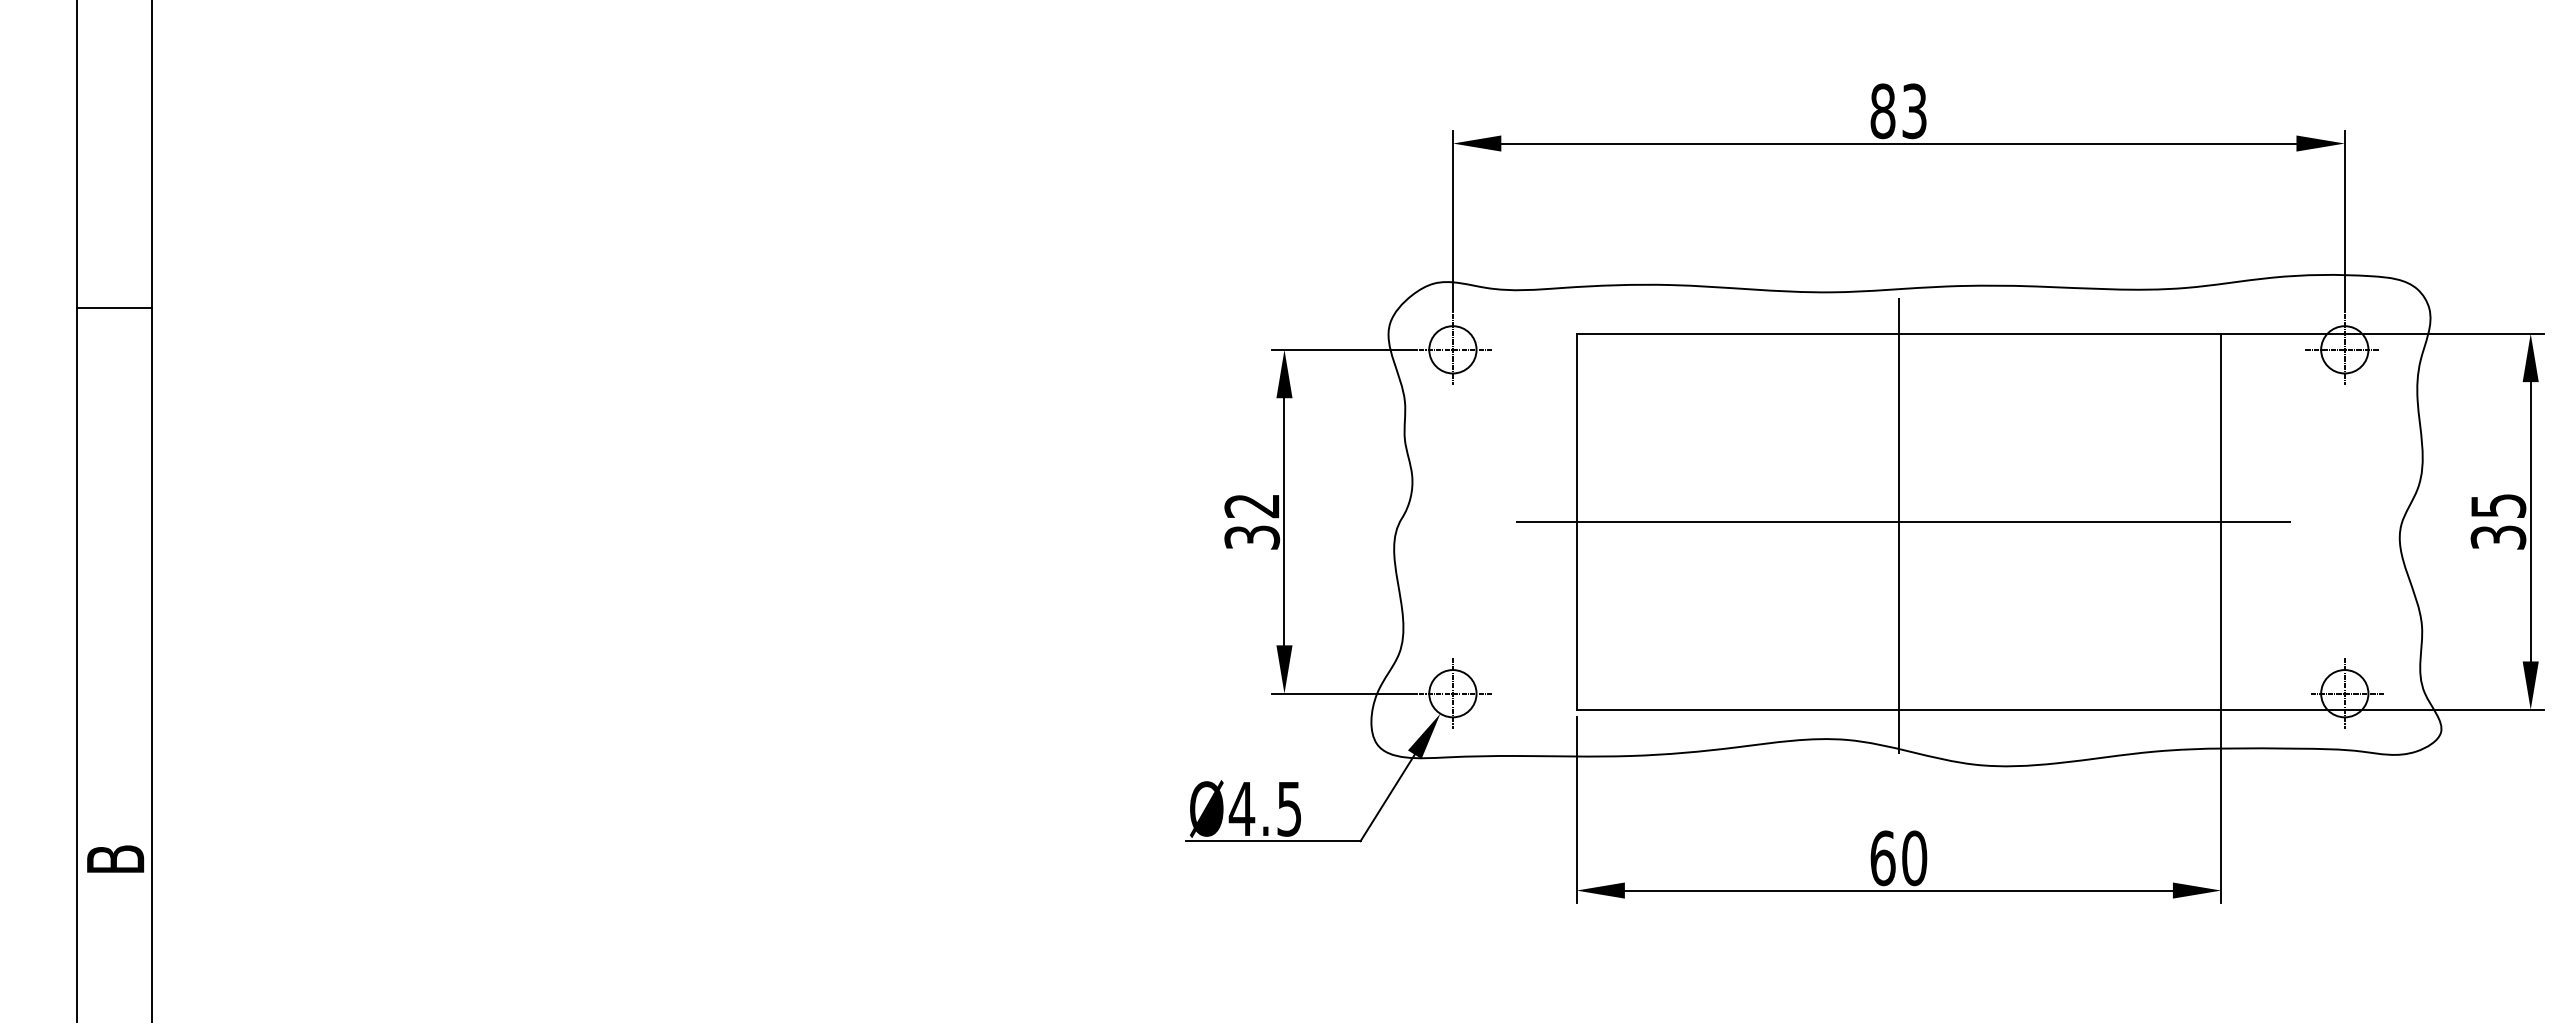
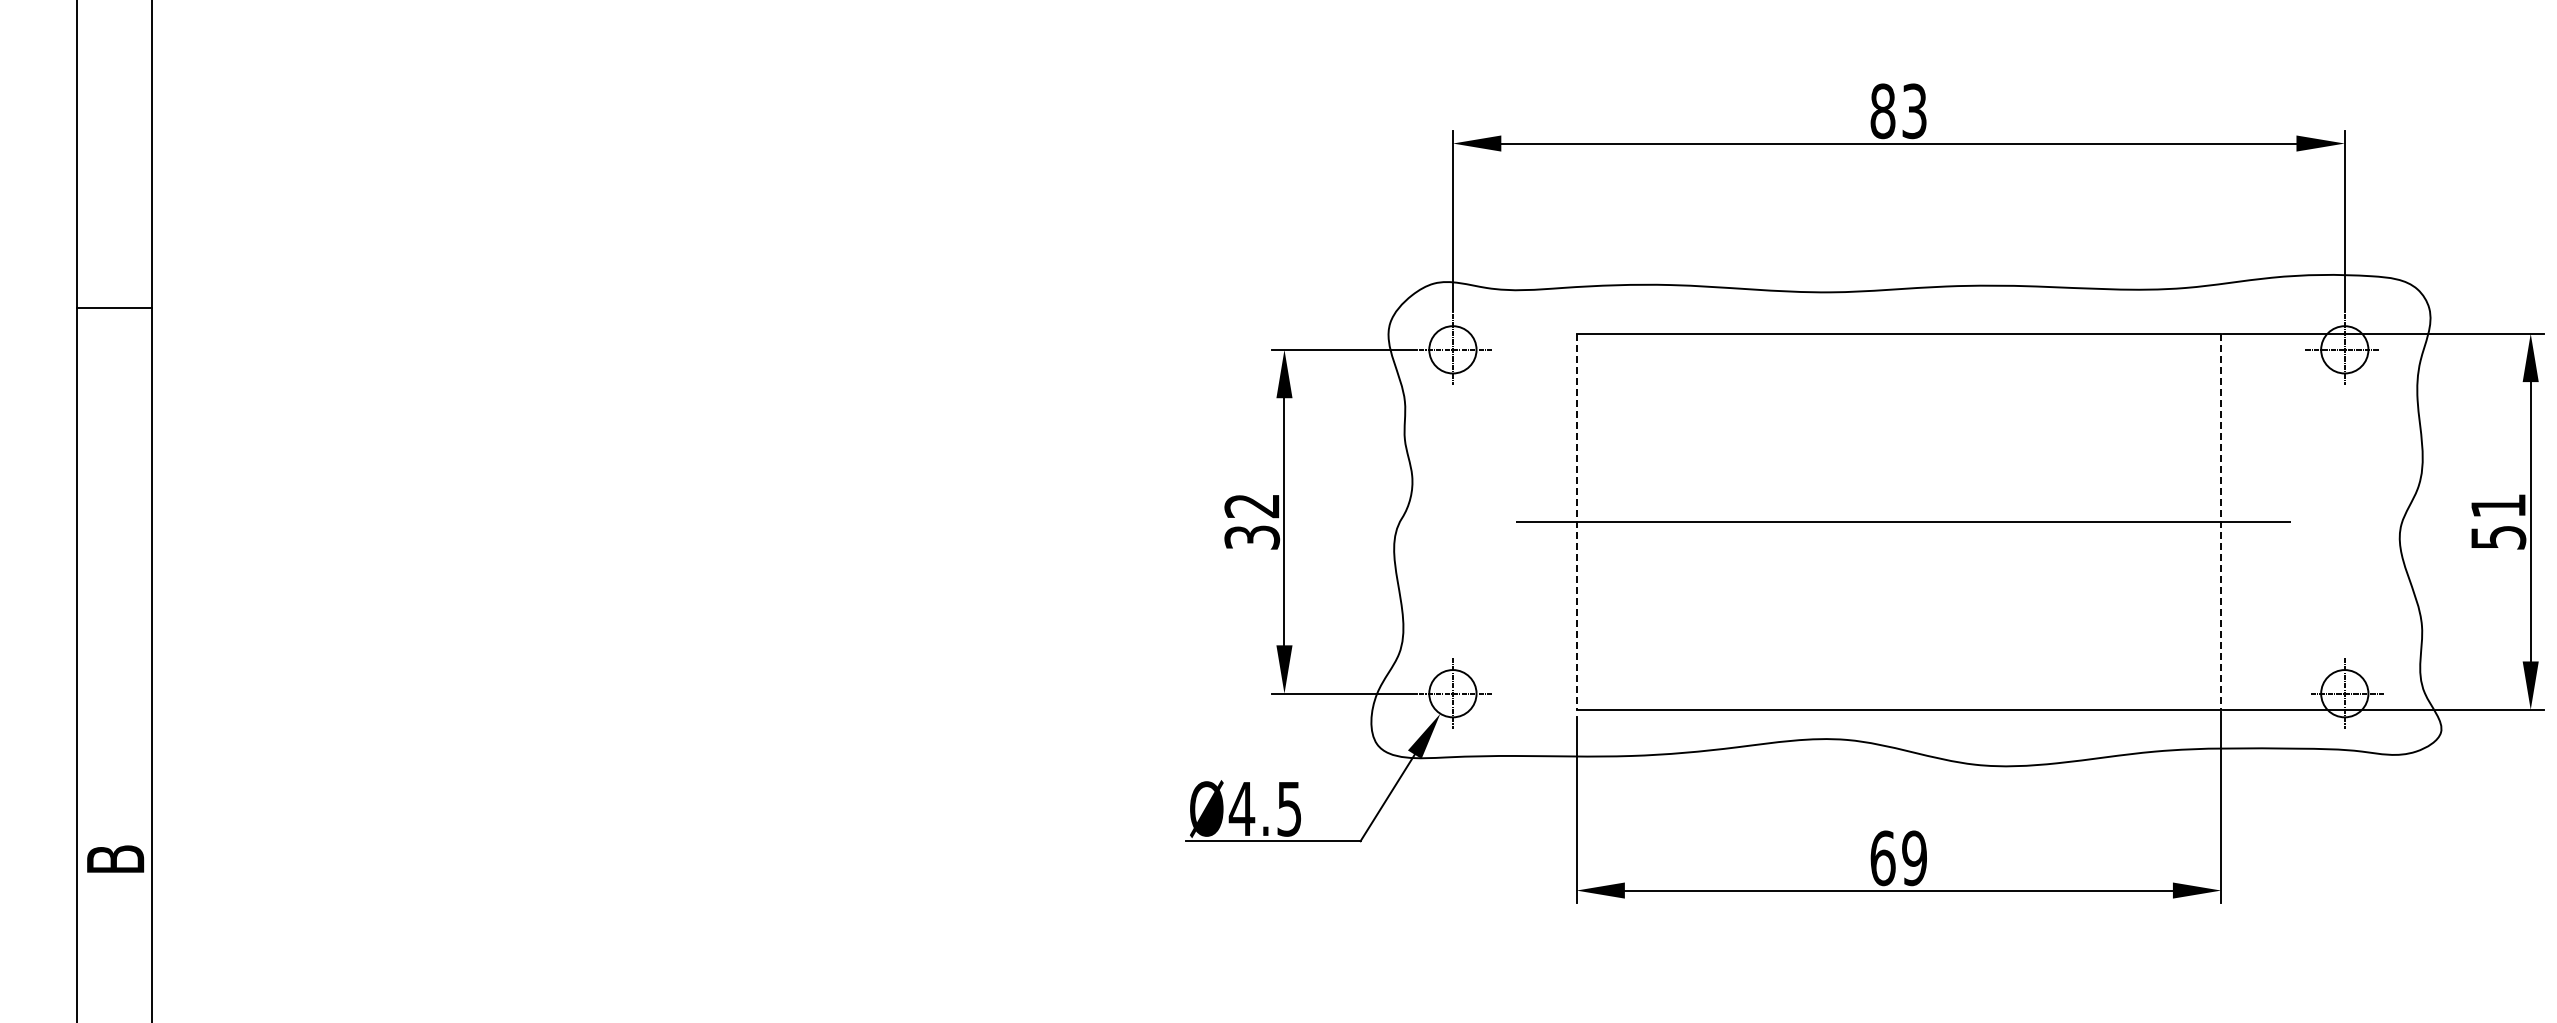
text at (2498, 521): 35 -> 51
line at (1576, 522): solid -> dashed
line at (2221, 522): solid -> dashed
line at (1898, 525): present -> none
text at (1914, 858): 60 -> 69
